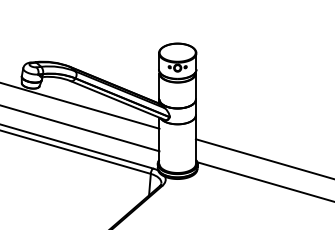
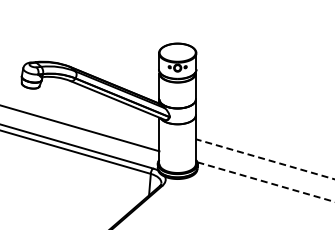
line at (80, 105): present -> none
line at (265, 159): solid -> dashed
line at (266, 182): solid -> dashed
